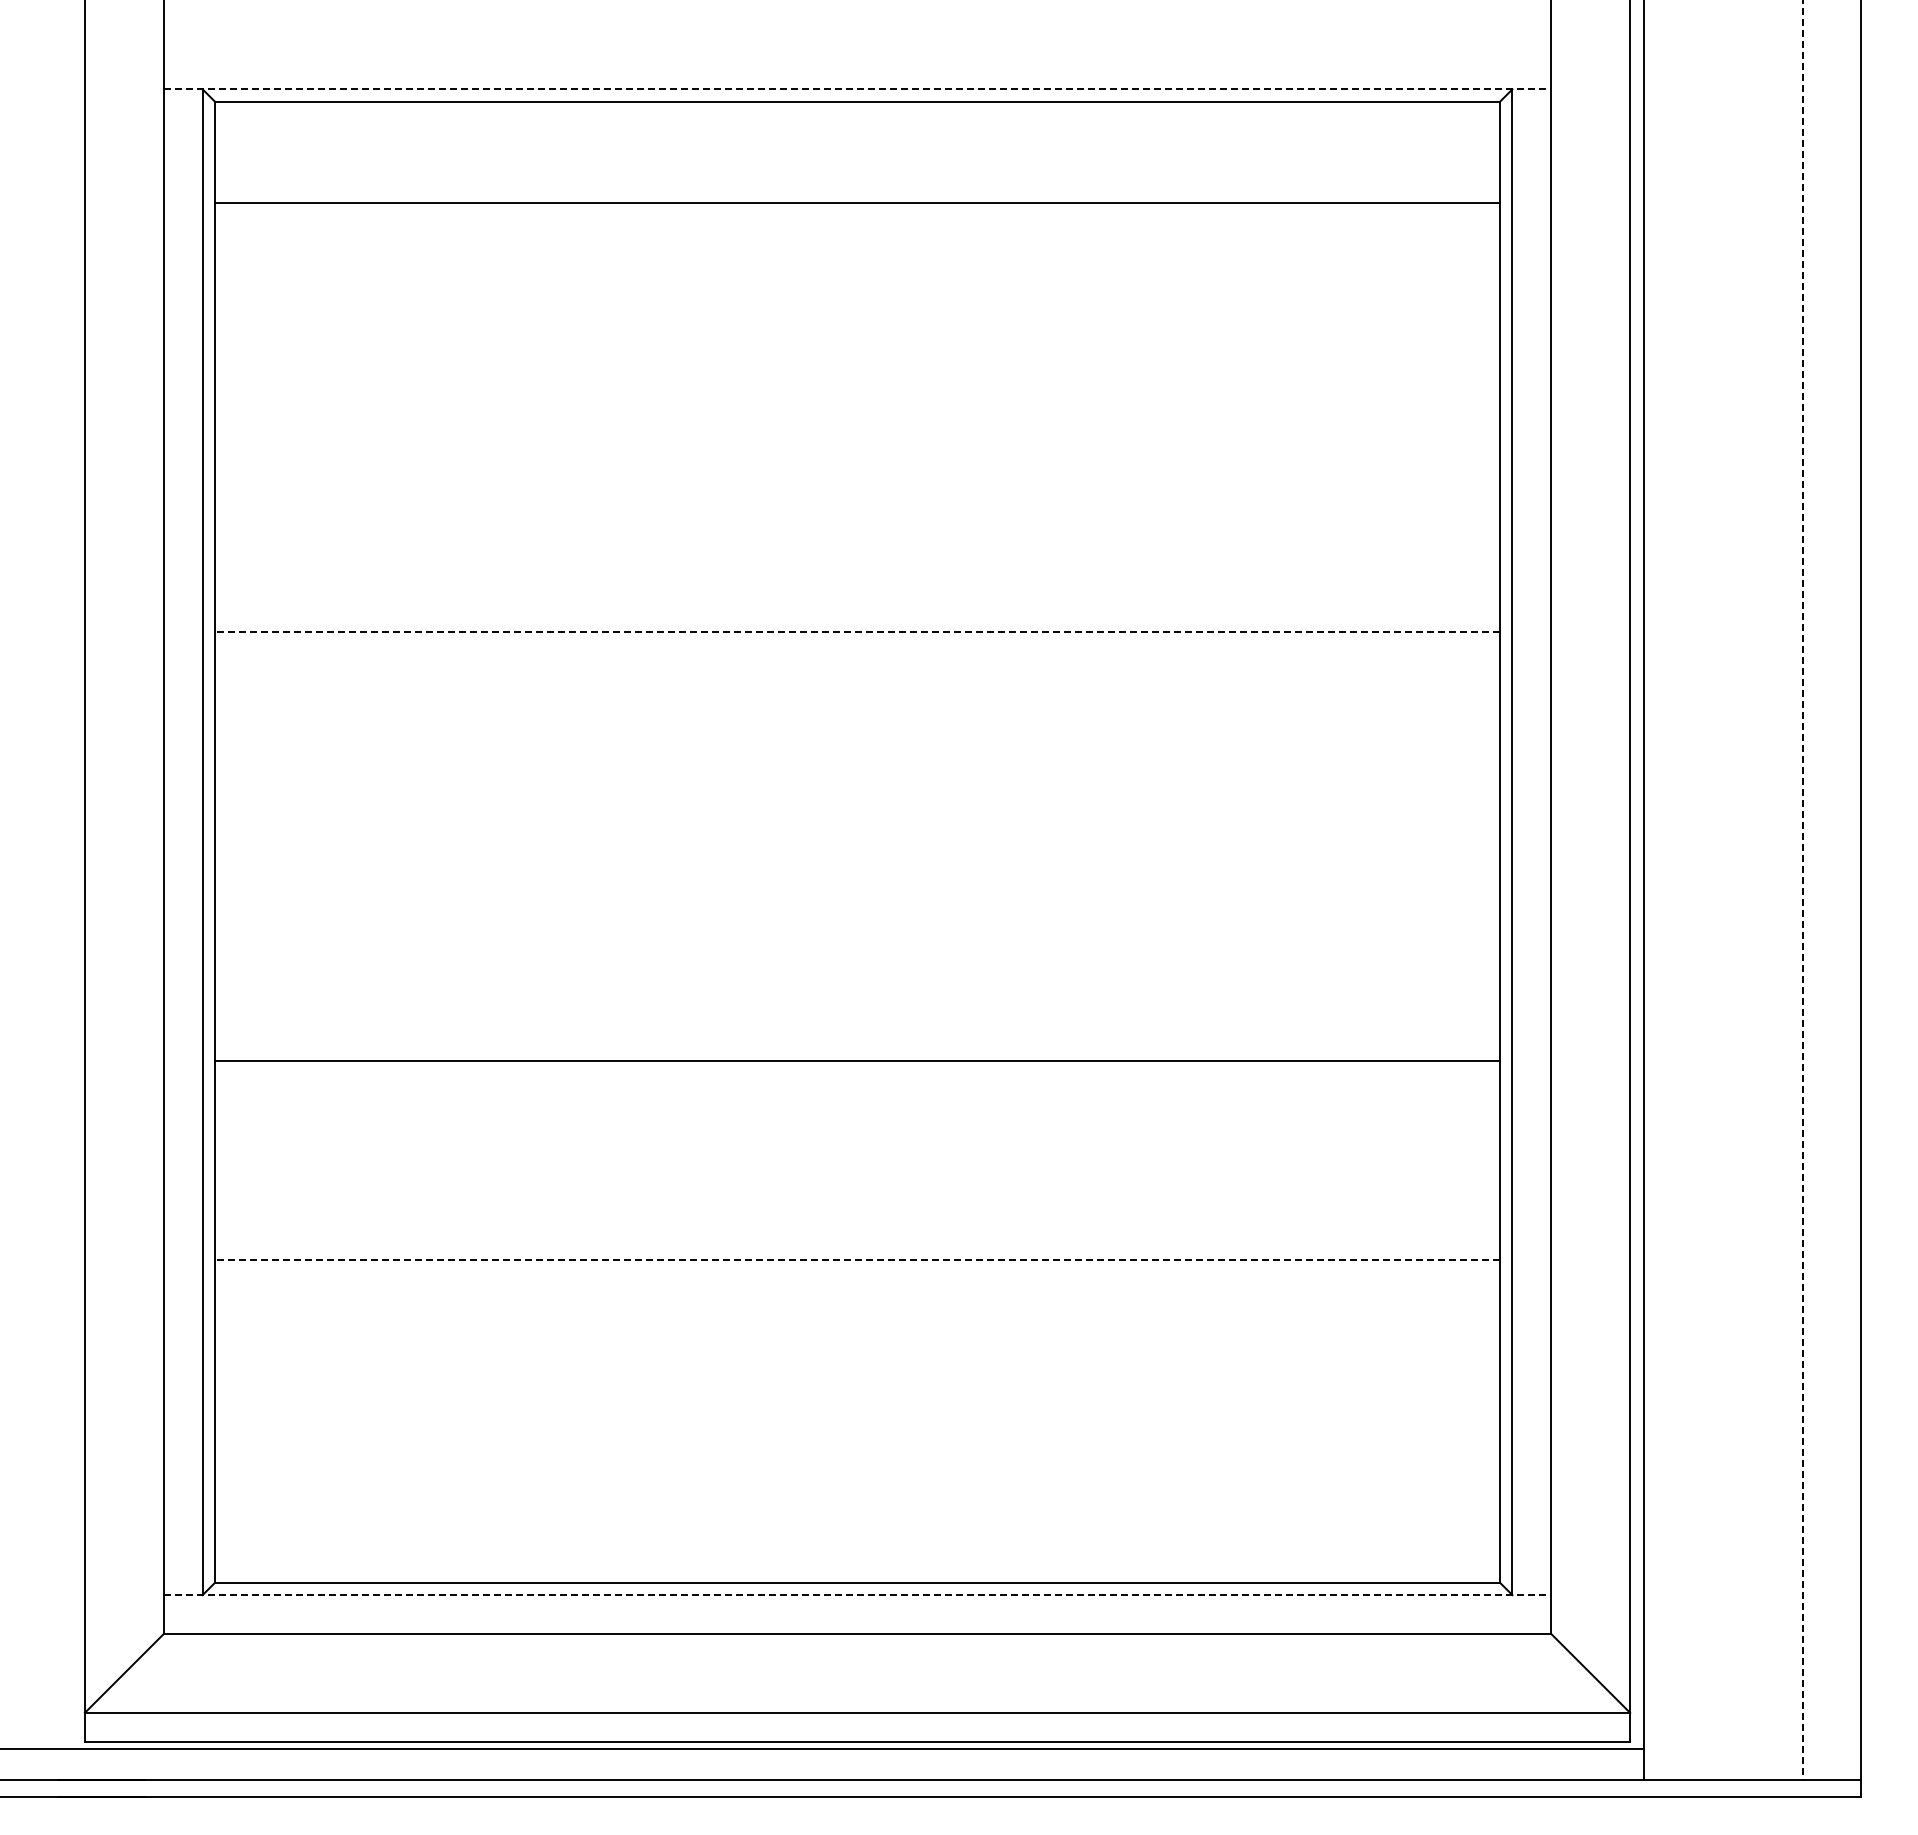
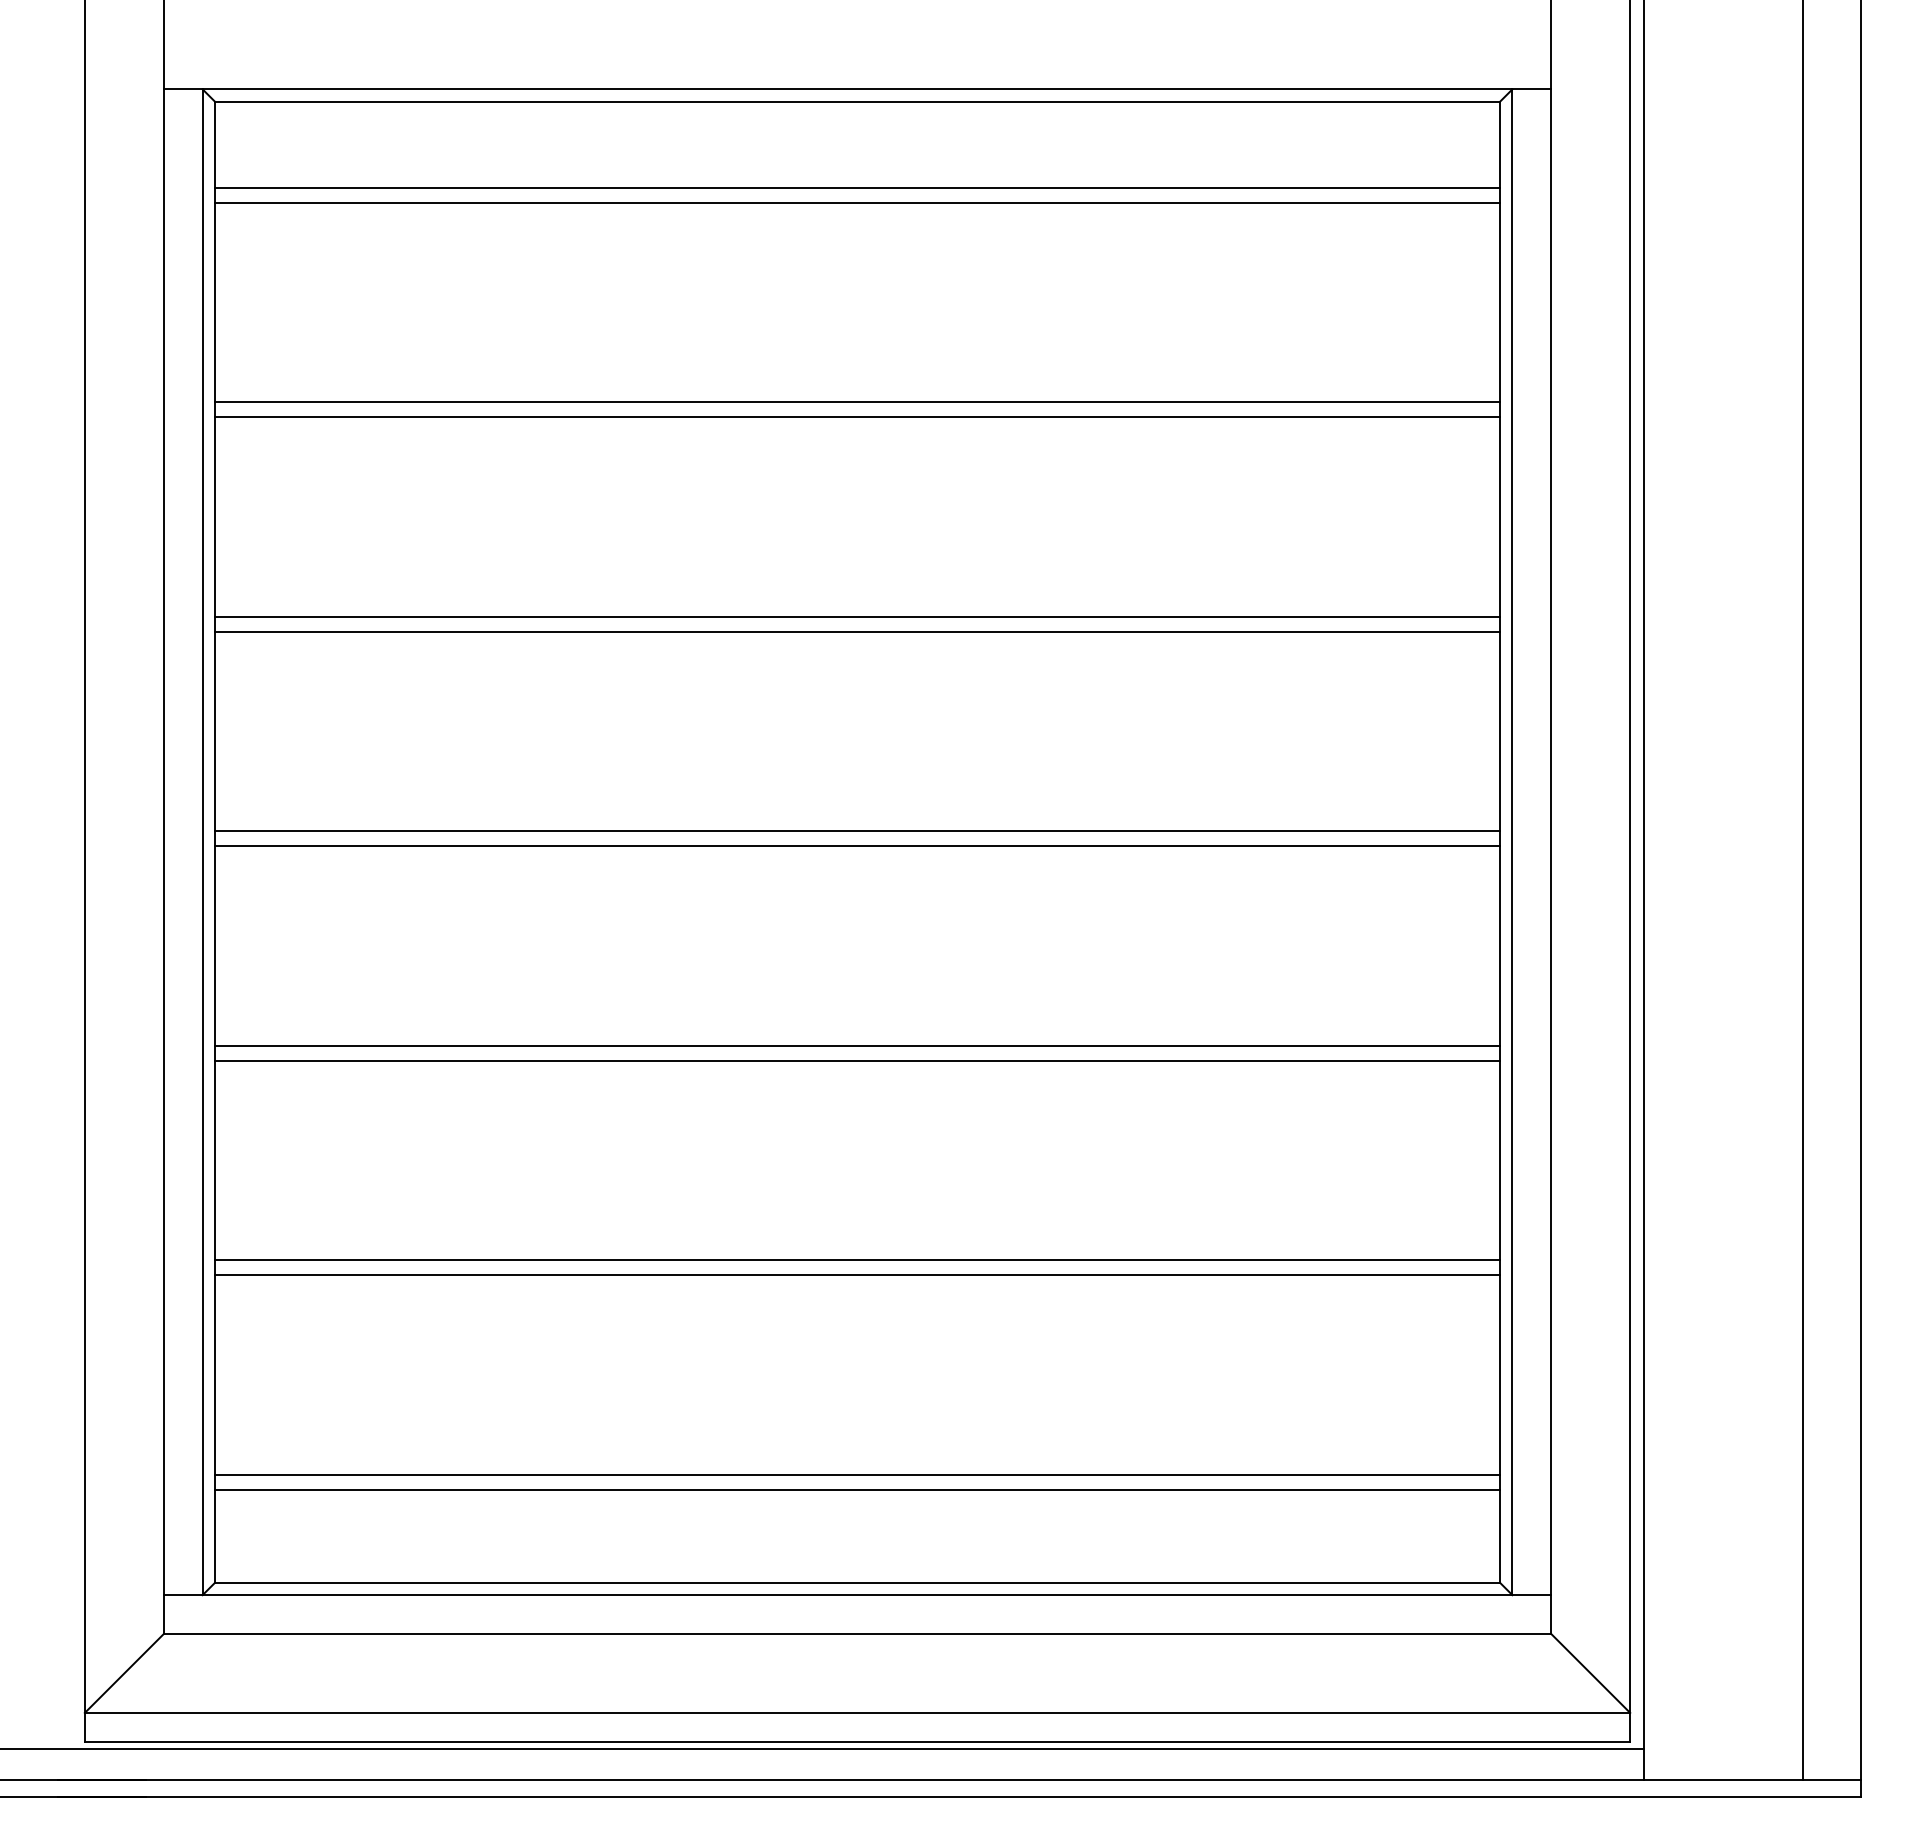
line at (857, 89): dashed -> solid
line at (857, 187): none -> present
line at (857, 402): none -> present
line at (857, 417): none -> present
line at (857, 616): none -> present
line at (857, 631): dashed -> solid
line at (857, 831): none -> present
line at (857, 846): none -> present
line at (1802, 890): dashed -> solid
line at (857, 1045): none -> present
line at (857, 1260): dashed -> solid
line at (857, 1275): none -> present
line at (857, 1474): none -> present
line at (857, 1489): none -> present
line at (857, 1595): dashed -> solid
